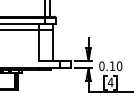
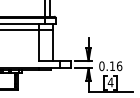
text at (119, 65): 0.10 -> 0.16
